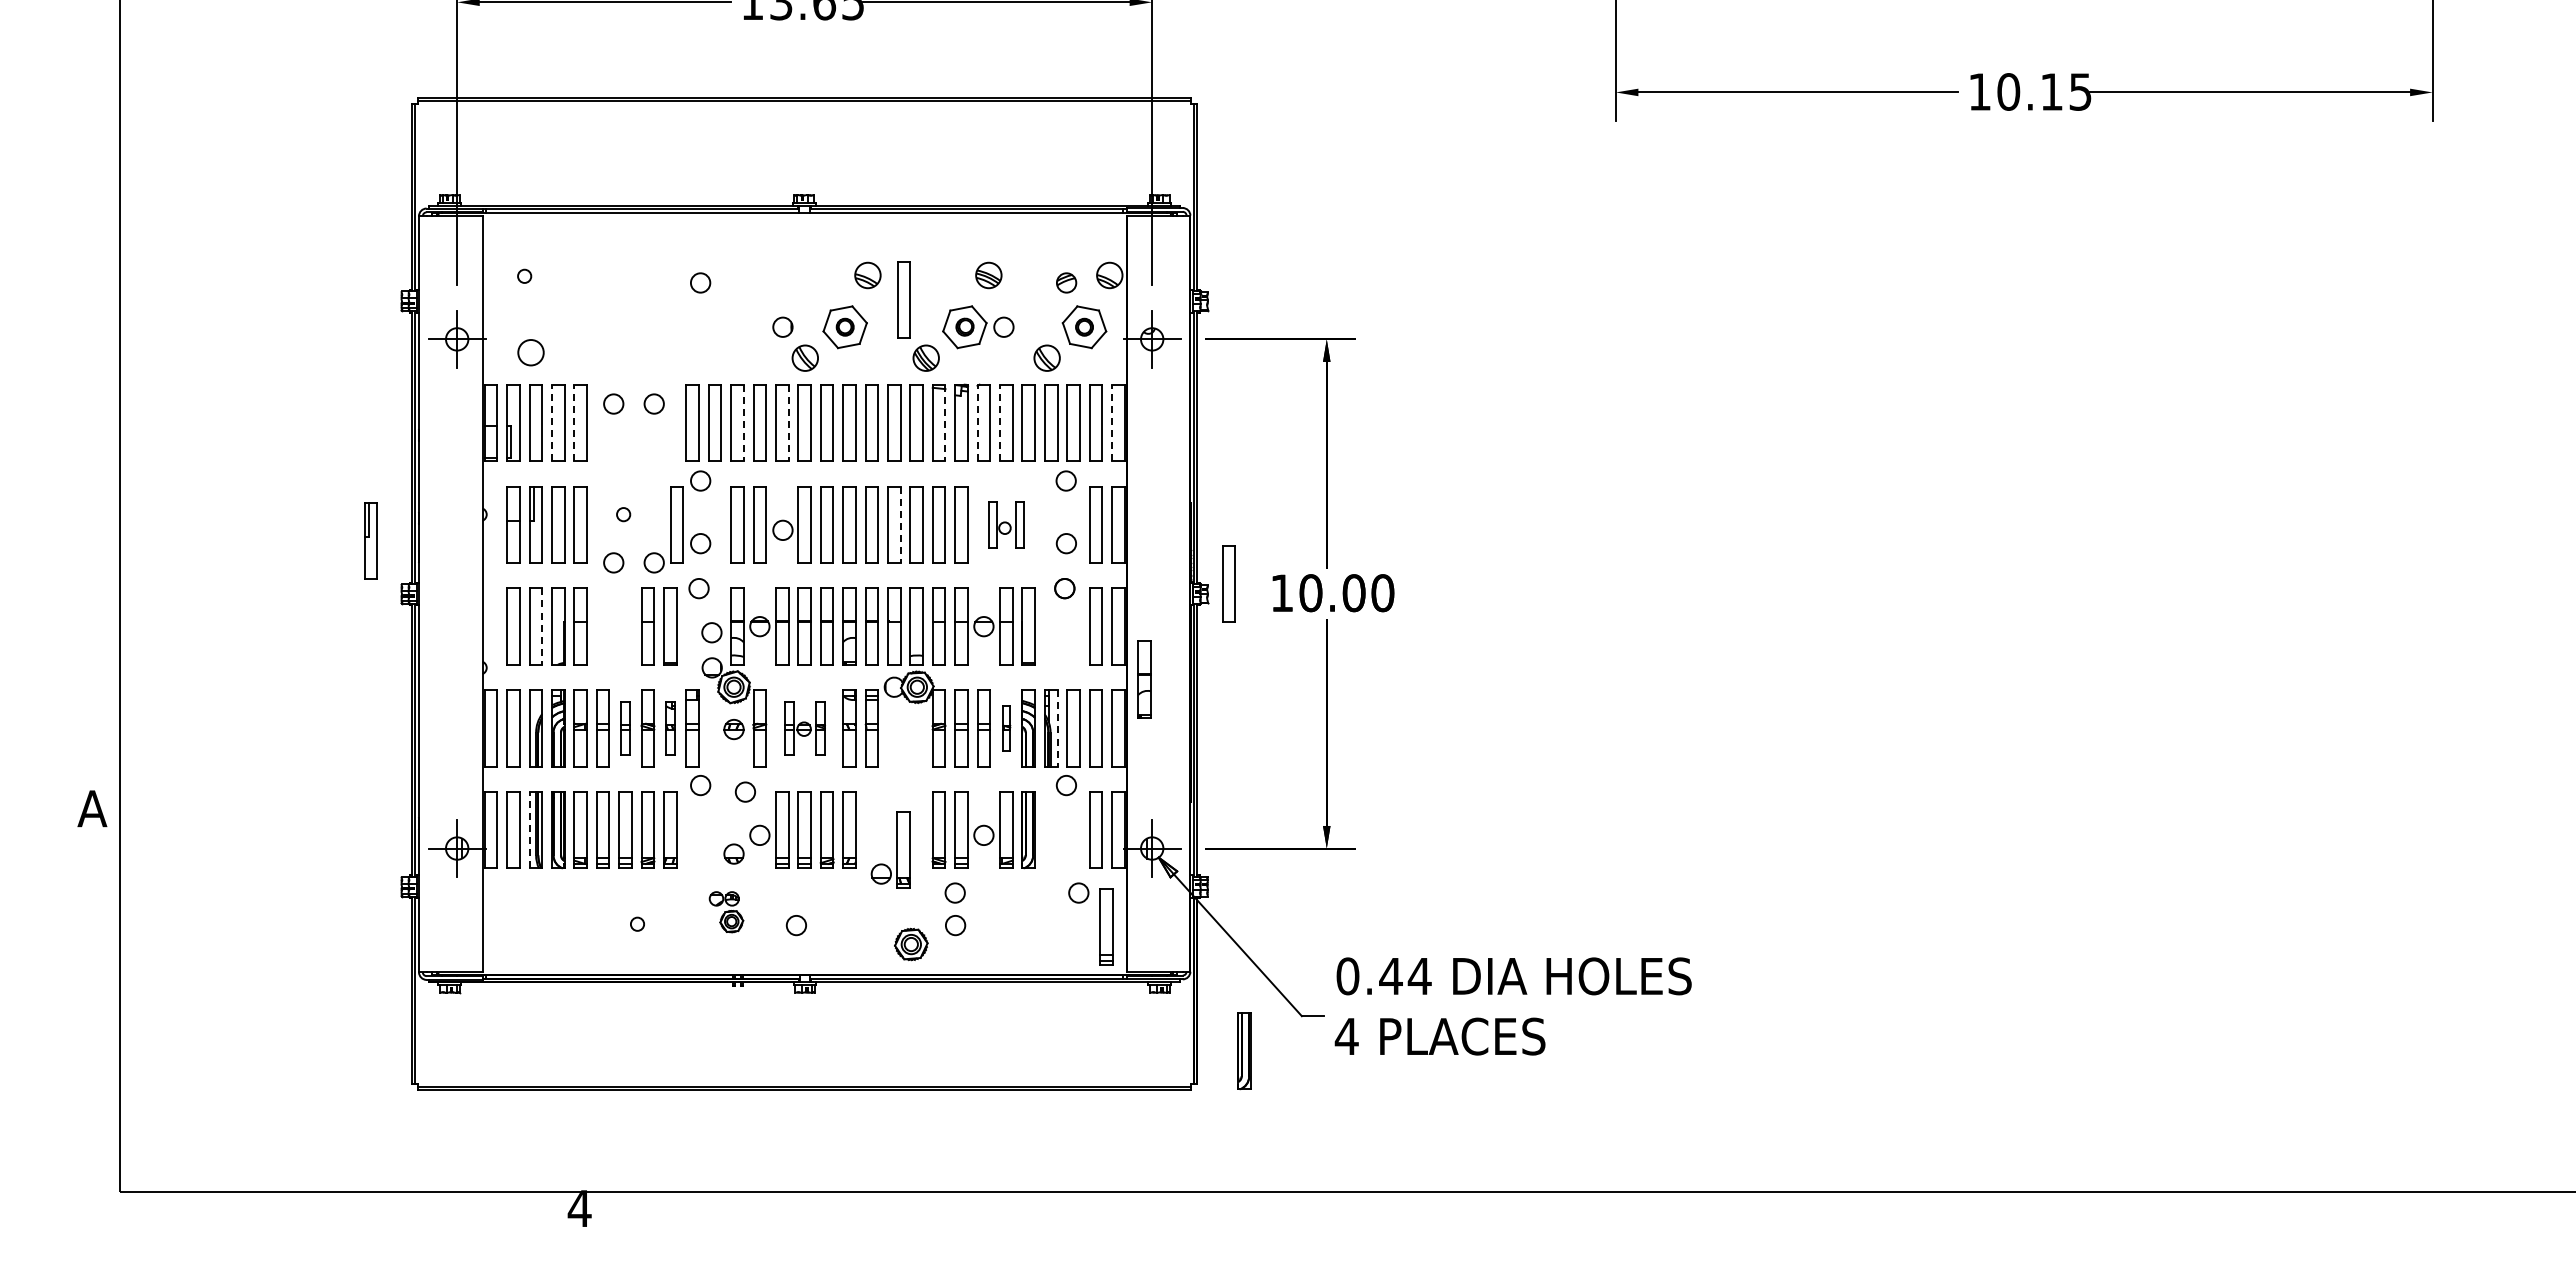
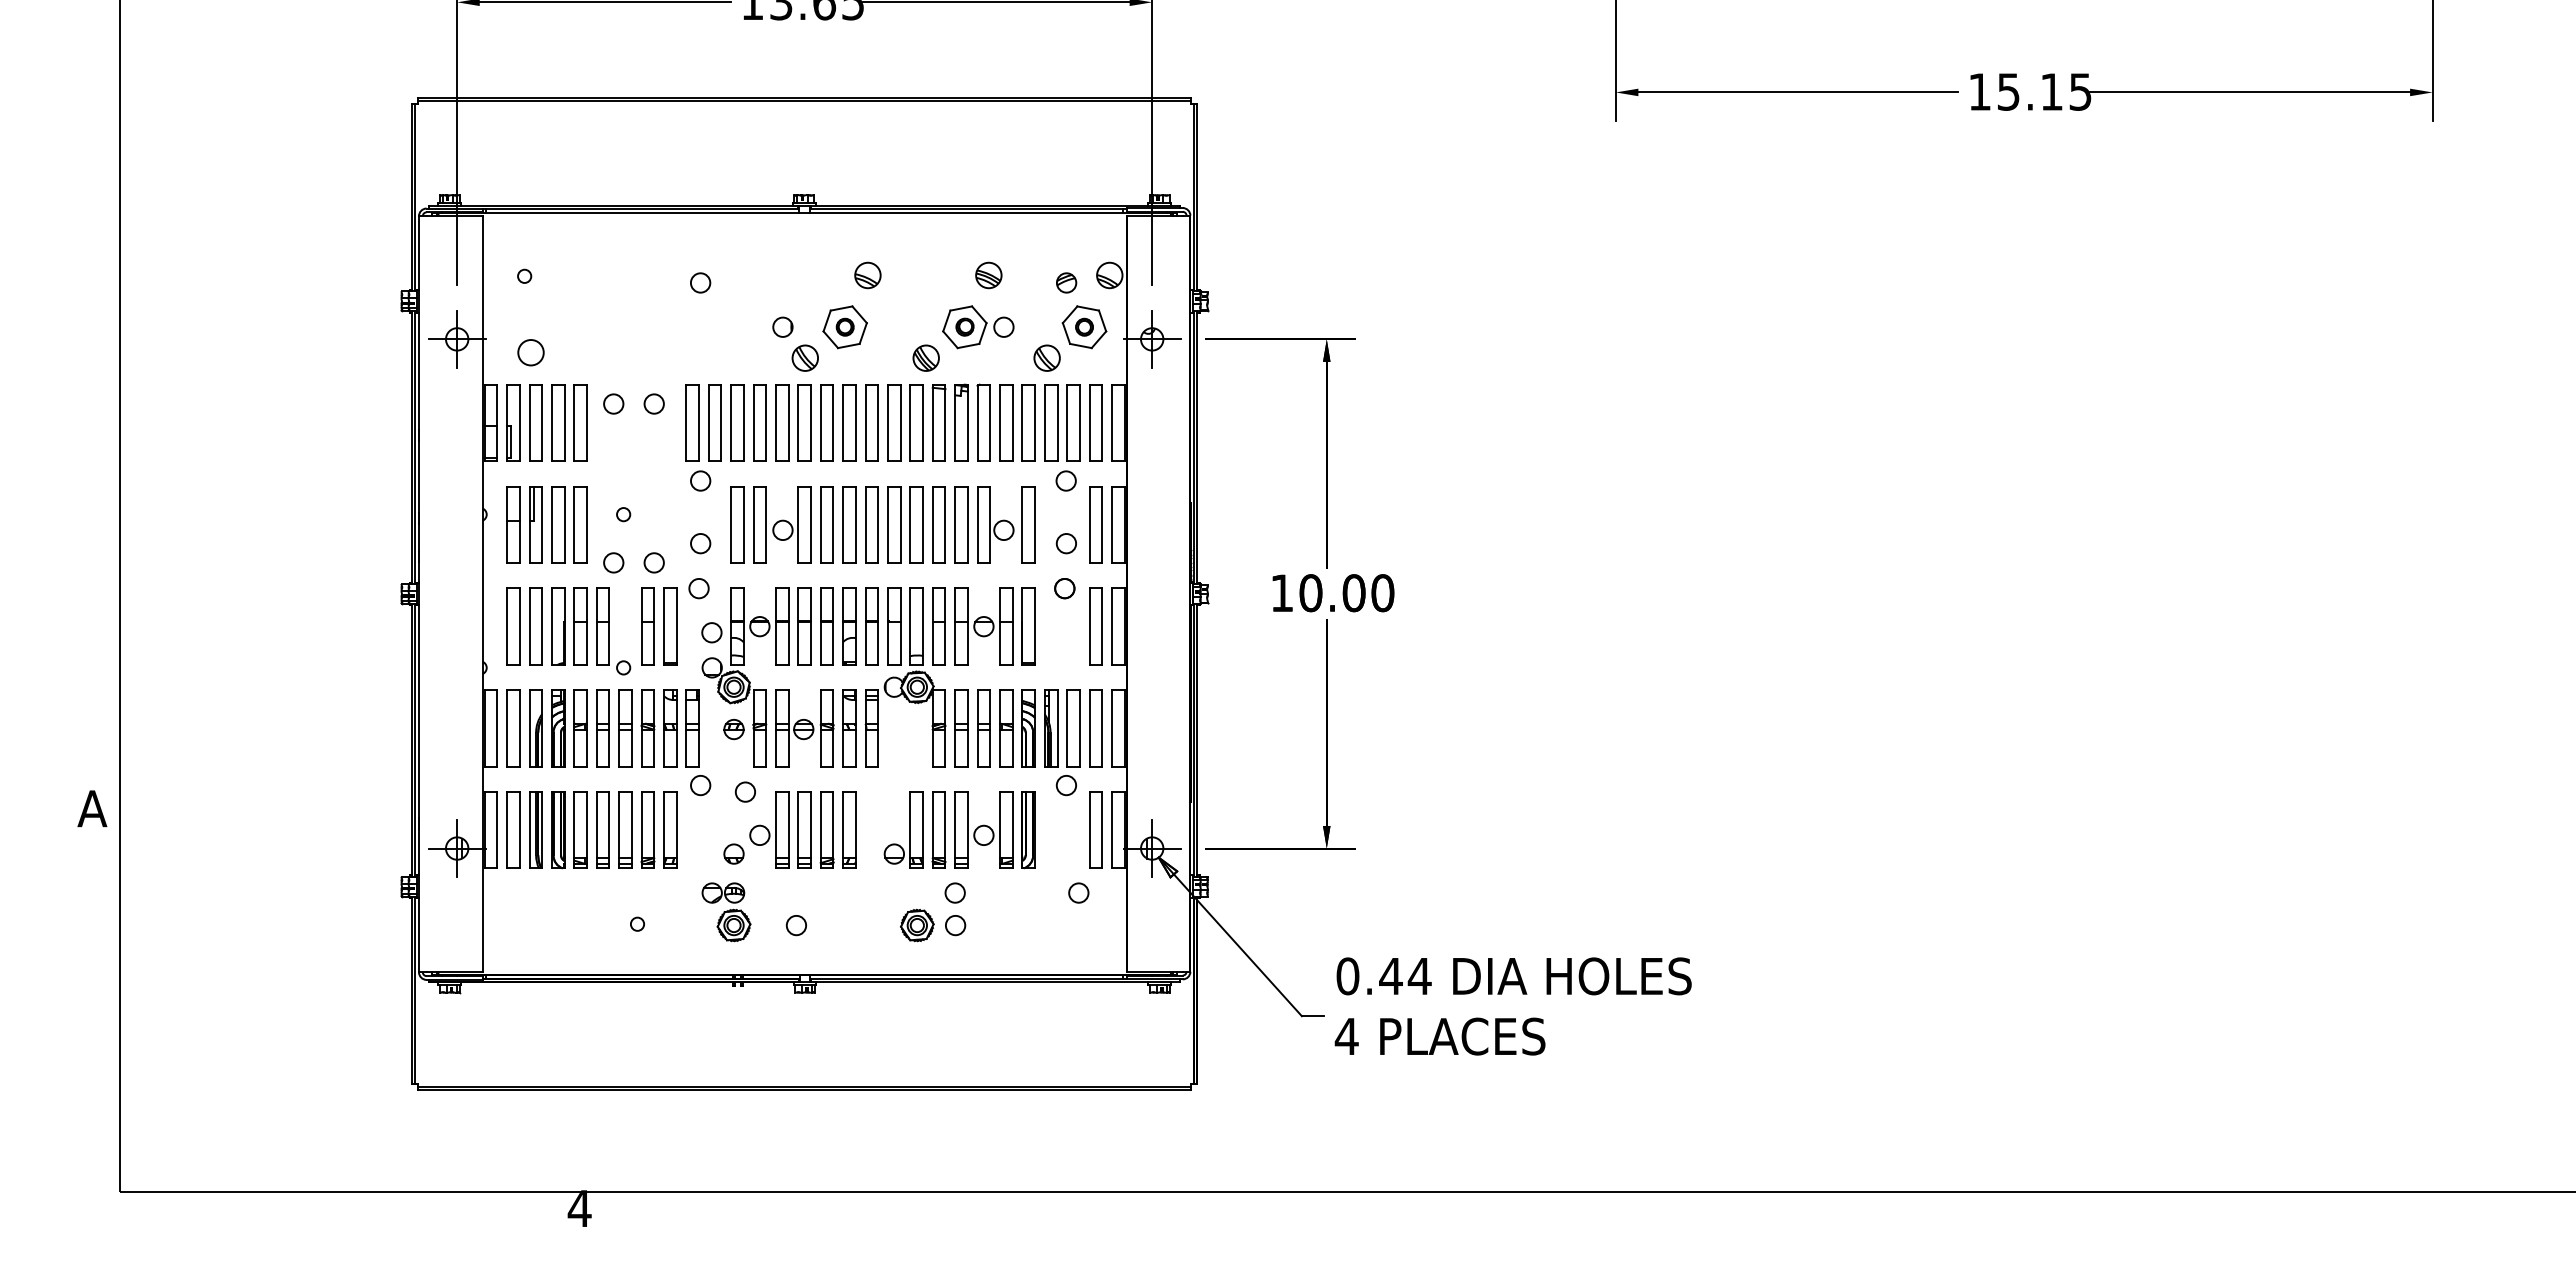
text at (2008, 91): 10.15 -> 15.15
part at (903, 299): present -> none
line at (551, 422): dashed -> solid
line at (574, 422): dashed -> solid
line at (977, 422): dashed -> solid
line at (999, 422): dashed -> solid
line at (1111, 422): dashed -> solid
line at (743, 423): dashed -> solid
line at (788, 423): dashed -> solid
line at (945, 423): dashed -> solid
part at (676, 524): present -> none
part at (1006, 524) size: 37x48 px -> 59x78 px
line at (900, 525): dashed -> solid
part at (370, 540): present -> none
part at (1228, 583): present -> none
line at (542, 627): dashed -> solid
part at (613, 631): none -> present
part at (1144, 679): present -> none
part at (625, 728) size: 11x55 px -> 15x79 px
part at (670, 728) size: 11x55 px -> 15x79 px
part at (804, 728) size: 42x55 px -> 60x79 px
part at (1006, 728) size: 10x47 px -> 15x79 px
line at (1057, 728): dashed -> solid
line at (529, 829): dashed -> solid
part at (890, 849) position: (890, 849) -> (903, 829)
part at (726, 912) size: 37x43 px -> 51x61 px
part at (1106, 926): present -> none
part at (911, 944) position: (911, 944) -> (917, 925)
part at (1244, 1051): present -> none
